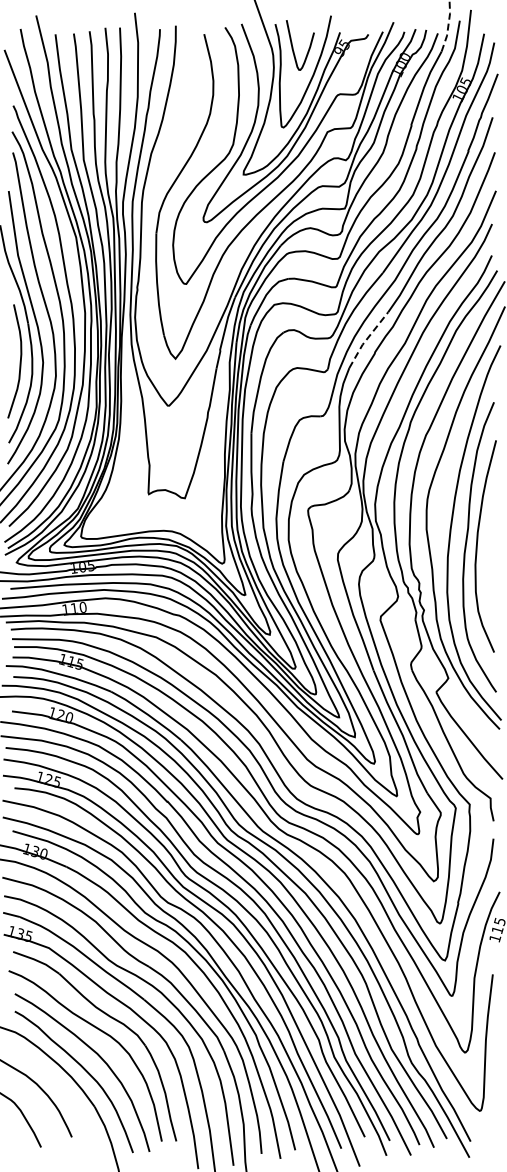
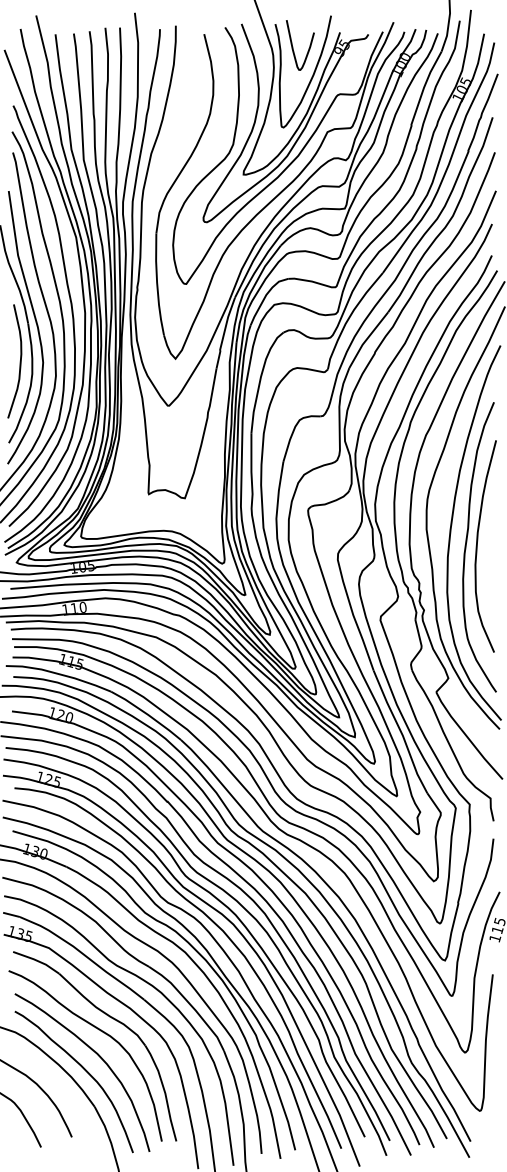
line at (448, 26): dashed -> solid
line at (366, 339): dashed -> solid
